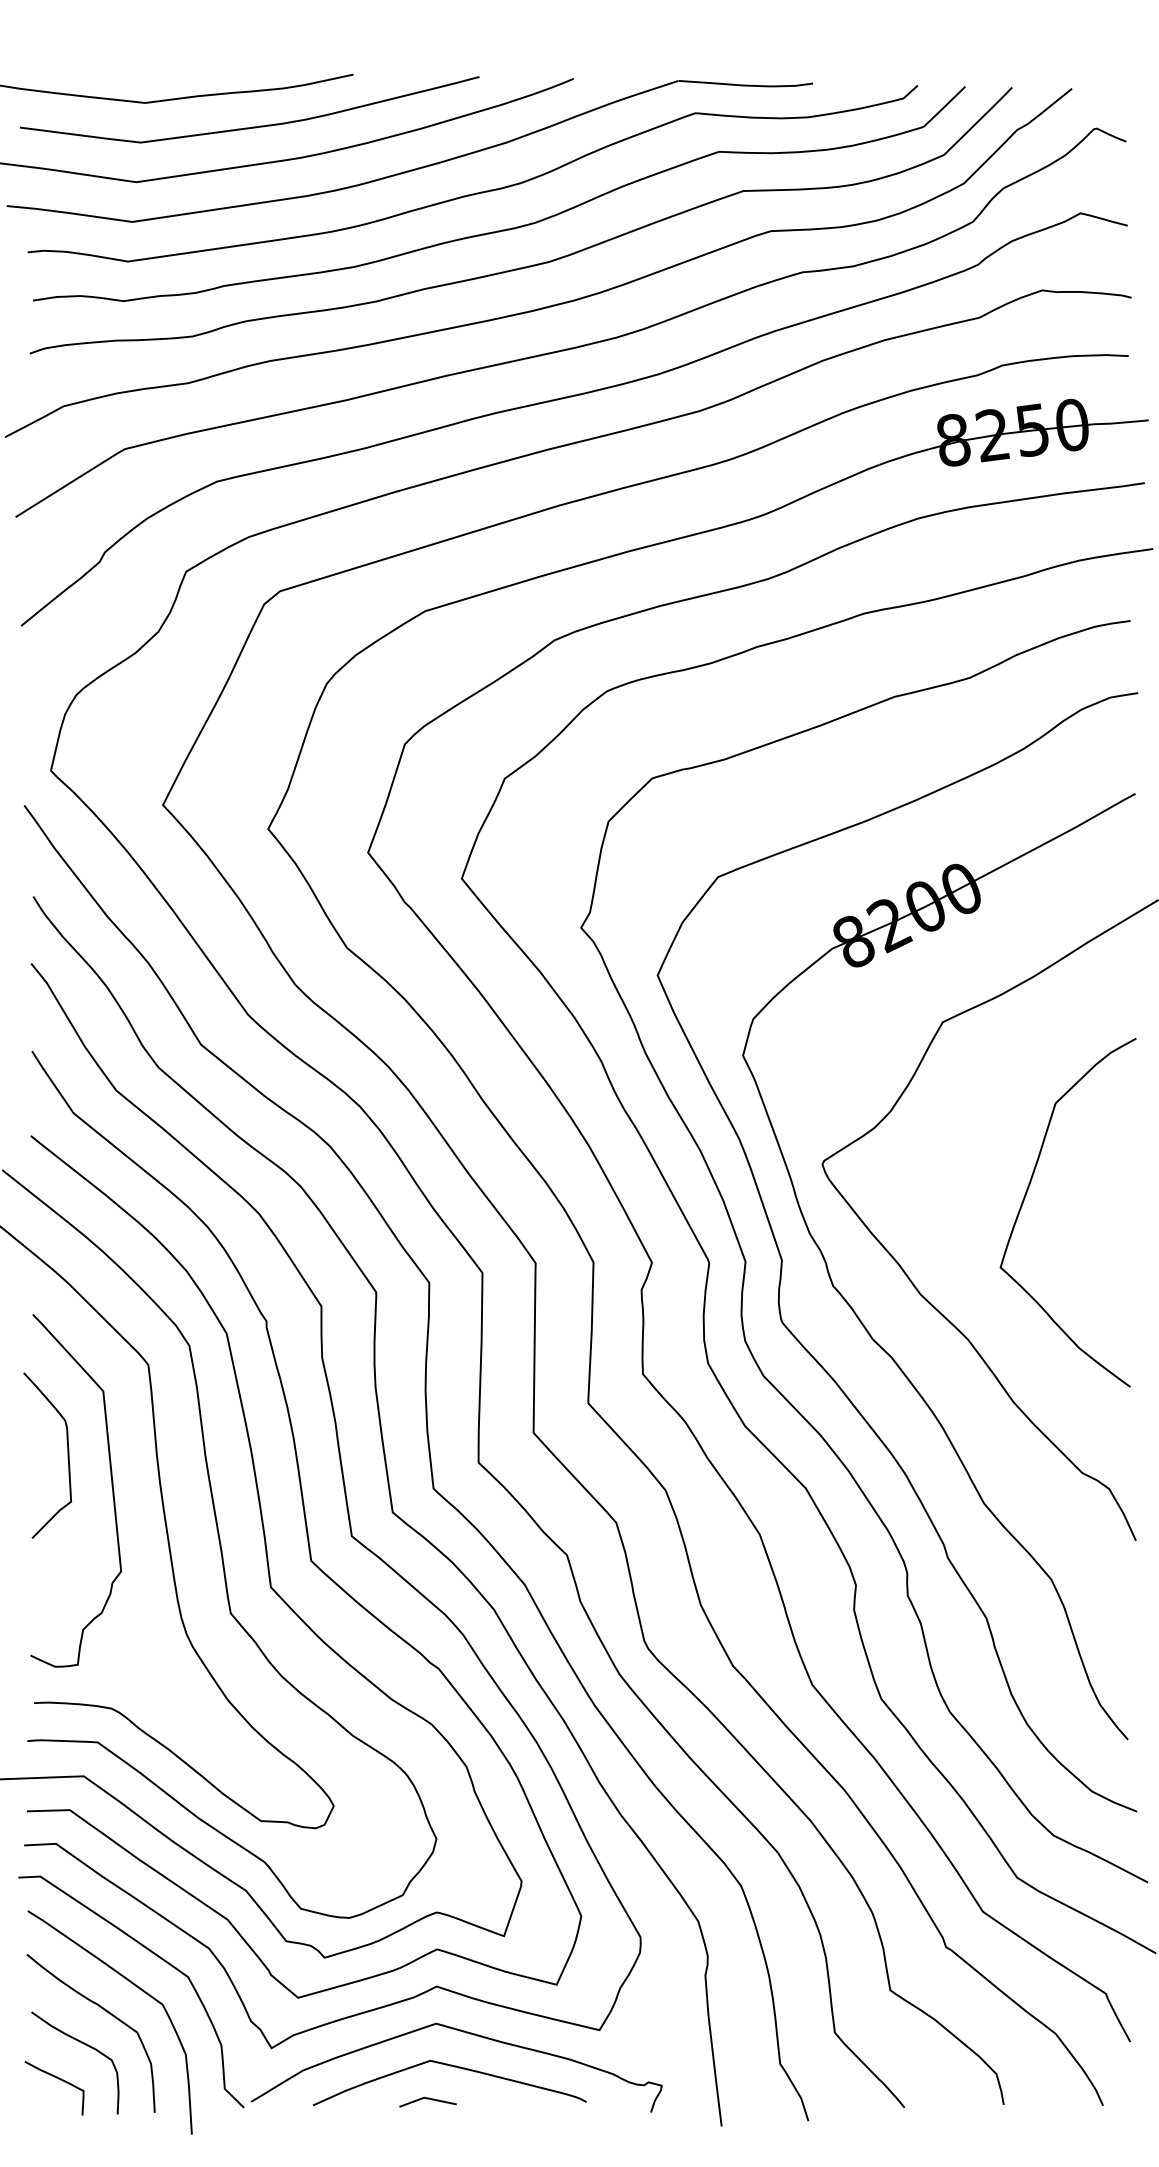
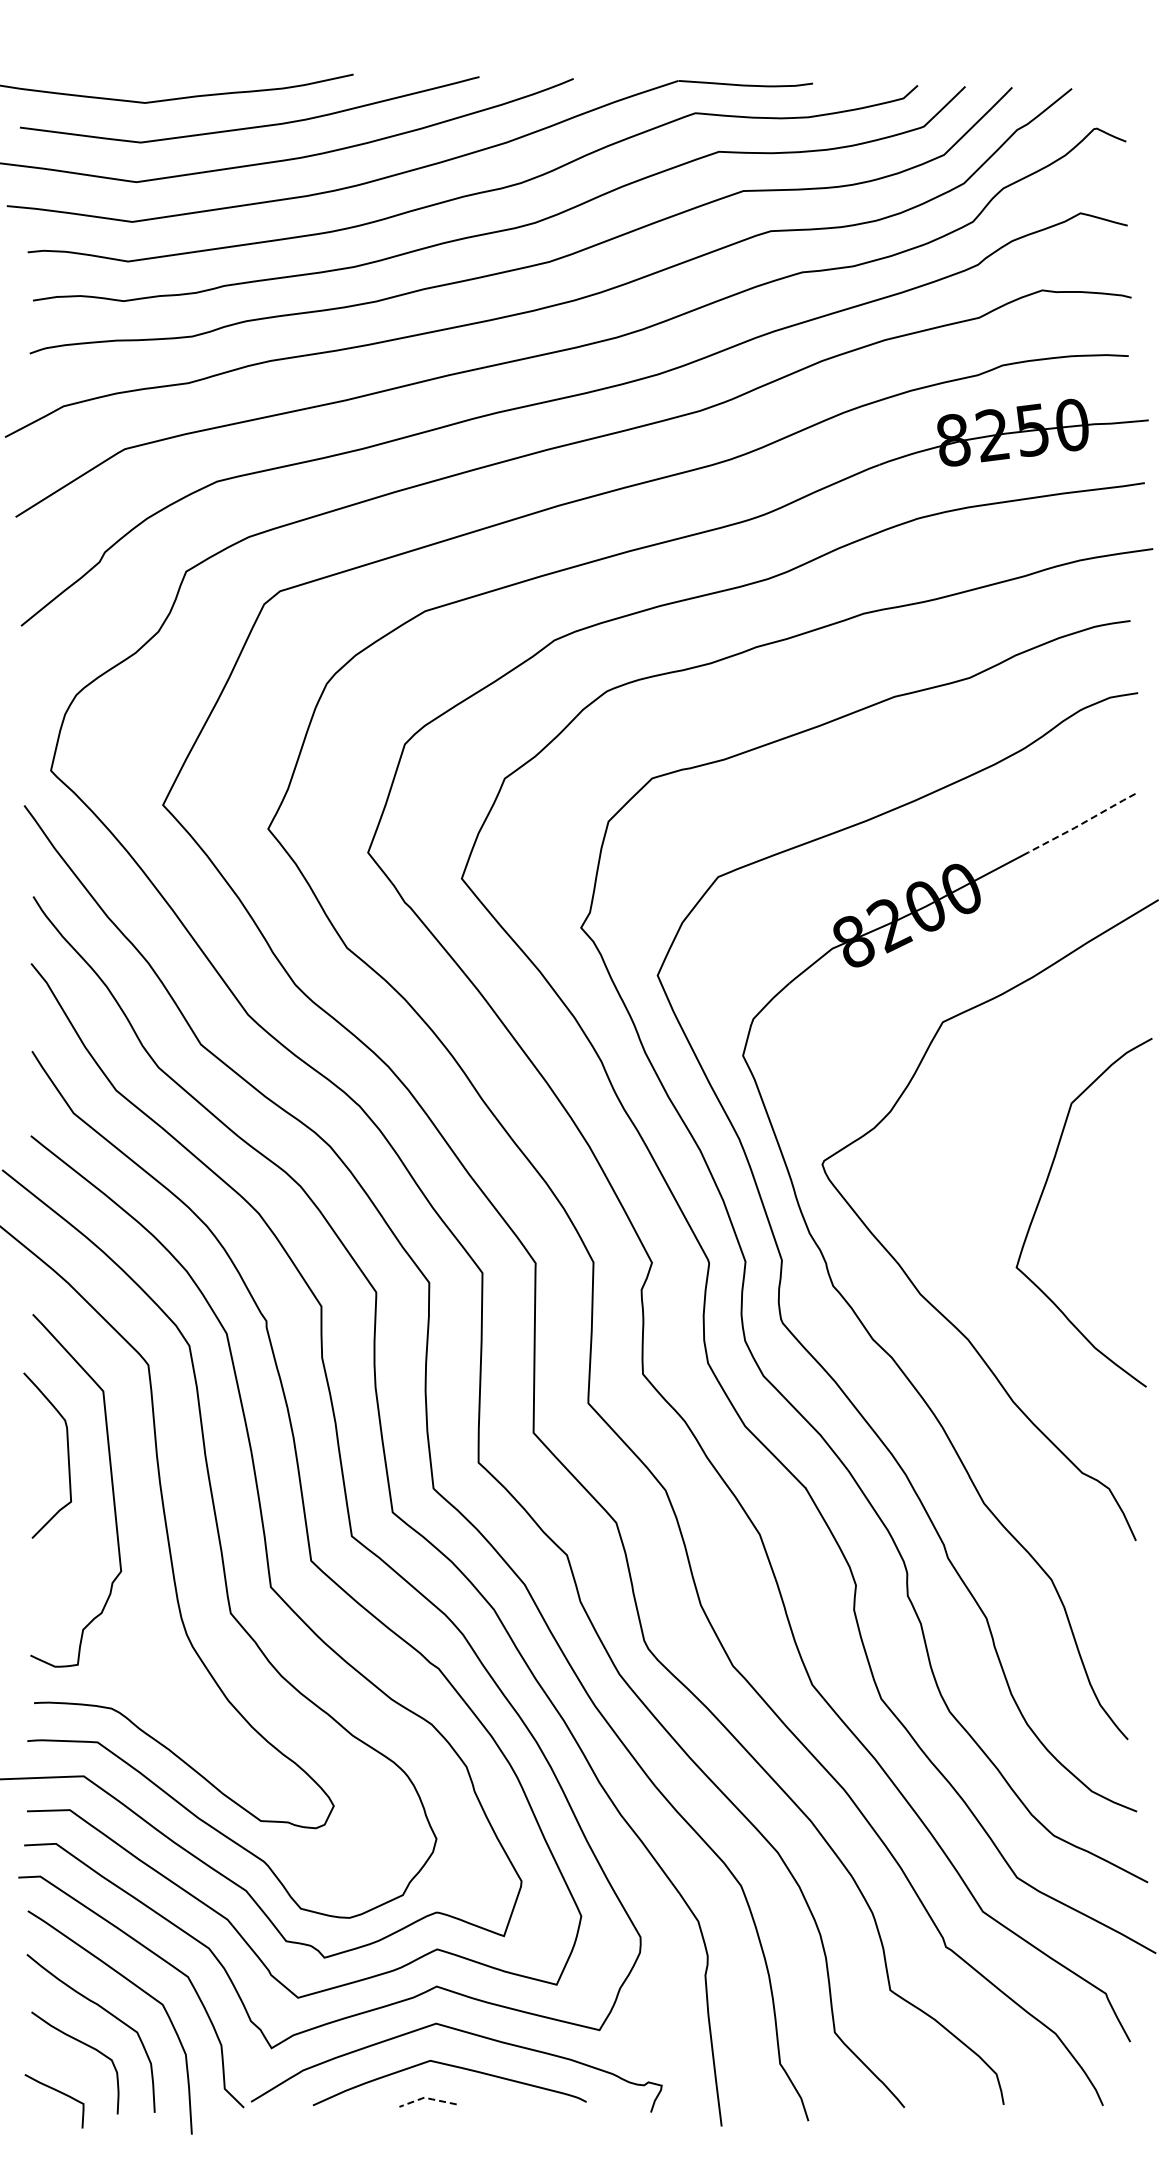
line at (1082, 823): solid -> dashed
curve at (1025, 1198) position: (1025, 1198) -> (1041, 1198)
curve at (58, 2079) position: (58, 2079) -> (58, 2092)
line at (427, 2098): solid -> dashed
